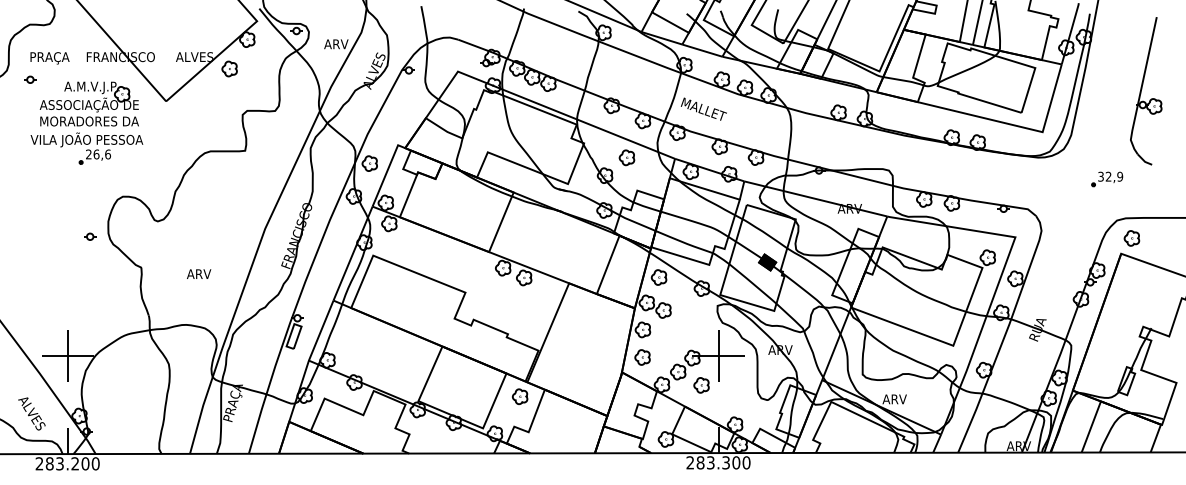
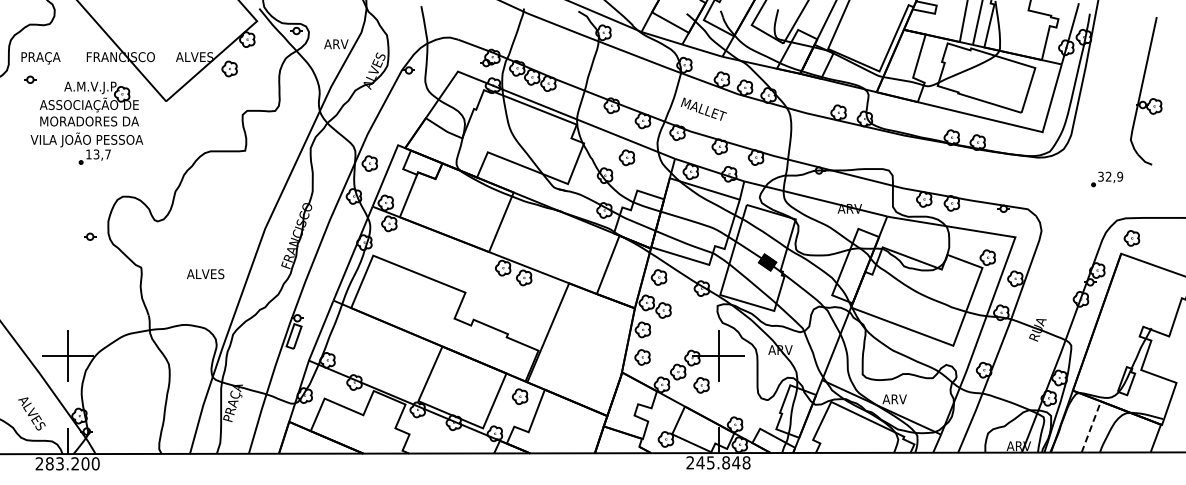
text at (49, 58) position: (49, 58) -> (40, 58)
text at (98, 154): 26,6 -> 13,7
text at (210, 274): ARV -> ALVES
line at (1091, 426): solid -> dashed
text at (723, 462): 283.300 -> 245.848
